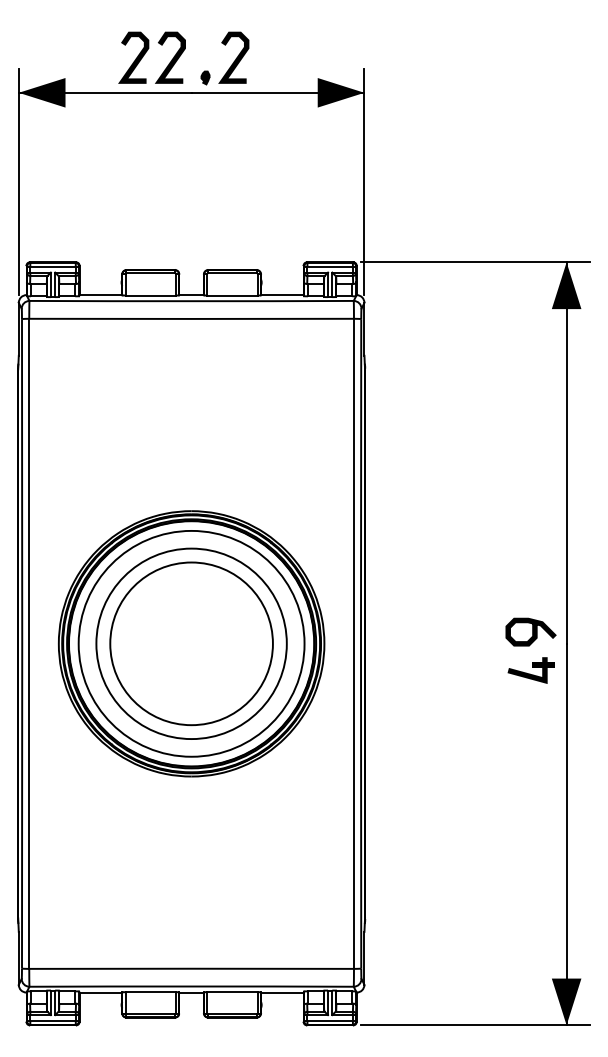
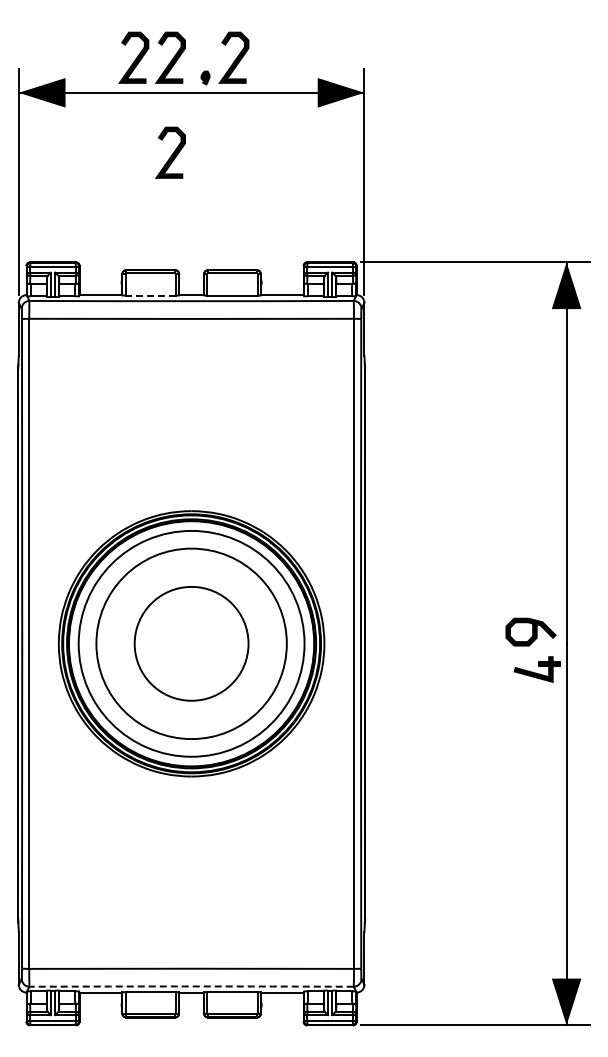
curve at (172, 153): none -> present
line at (150, 295): solid -> dashed
circle at (191, 643) diameter: 163 px -> 114 px
part at (530, 670) position: (530, 670) -> (536, 669)
arc at (191, 986): solid -> dashed
